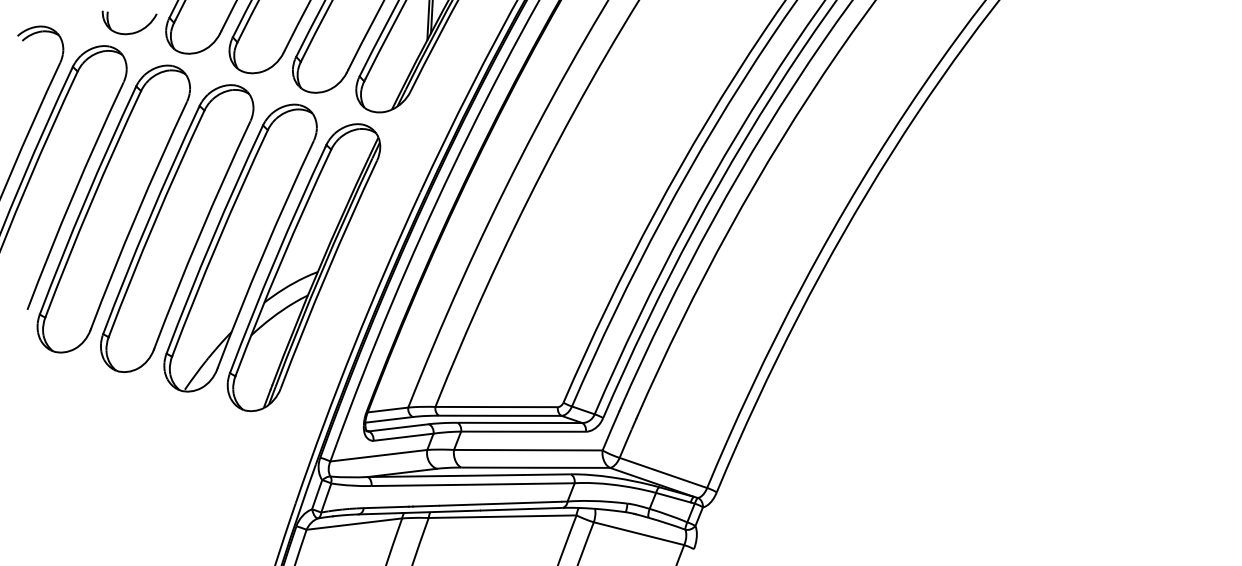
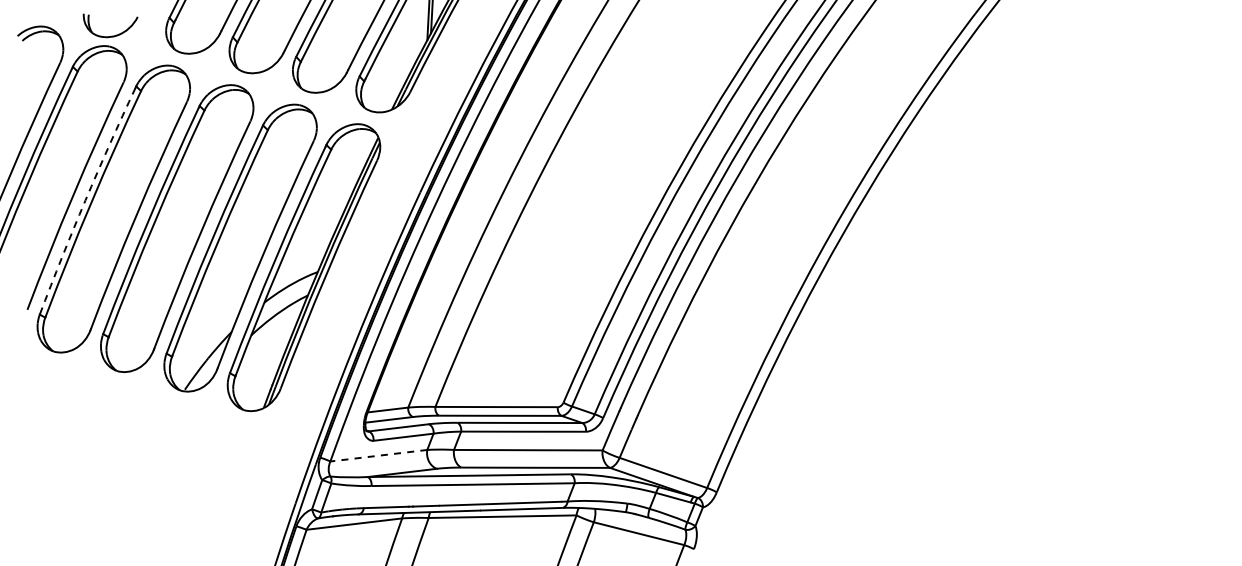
part at (130, 32) position: (130, 32) -> (111, 35)
arc at (85, 200): solid -> dashed
line at (378, 455): solid -> dashed
